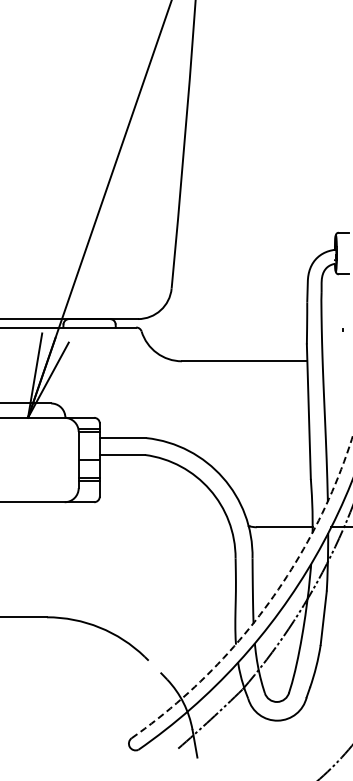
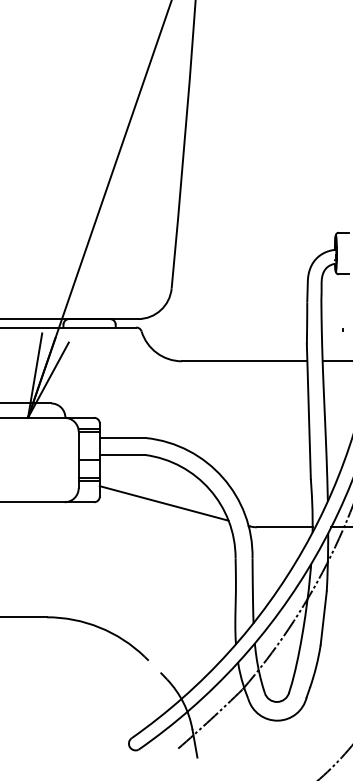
line at (335, 361): none -> present
line at (163, 503): none -> present
arc at (266, 606): dashed -> solid
